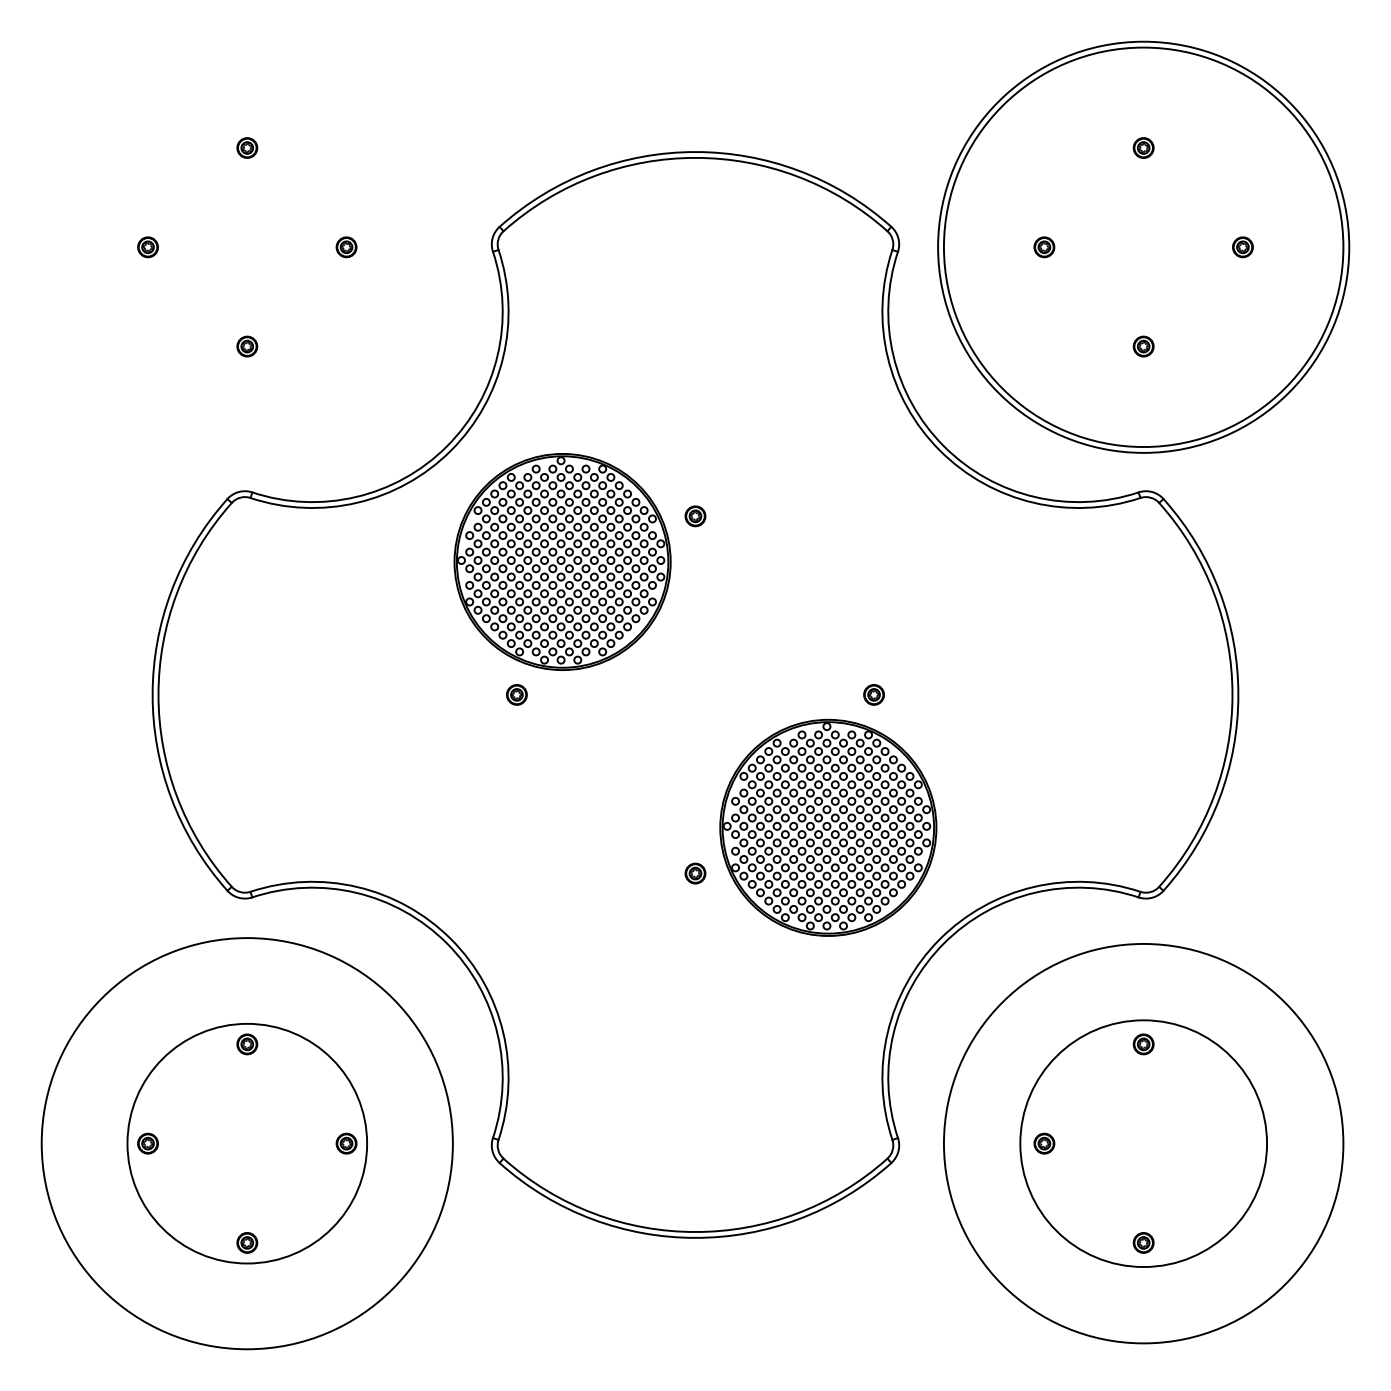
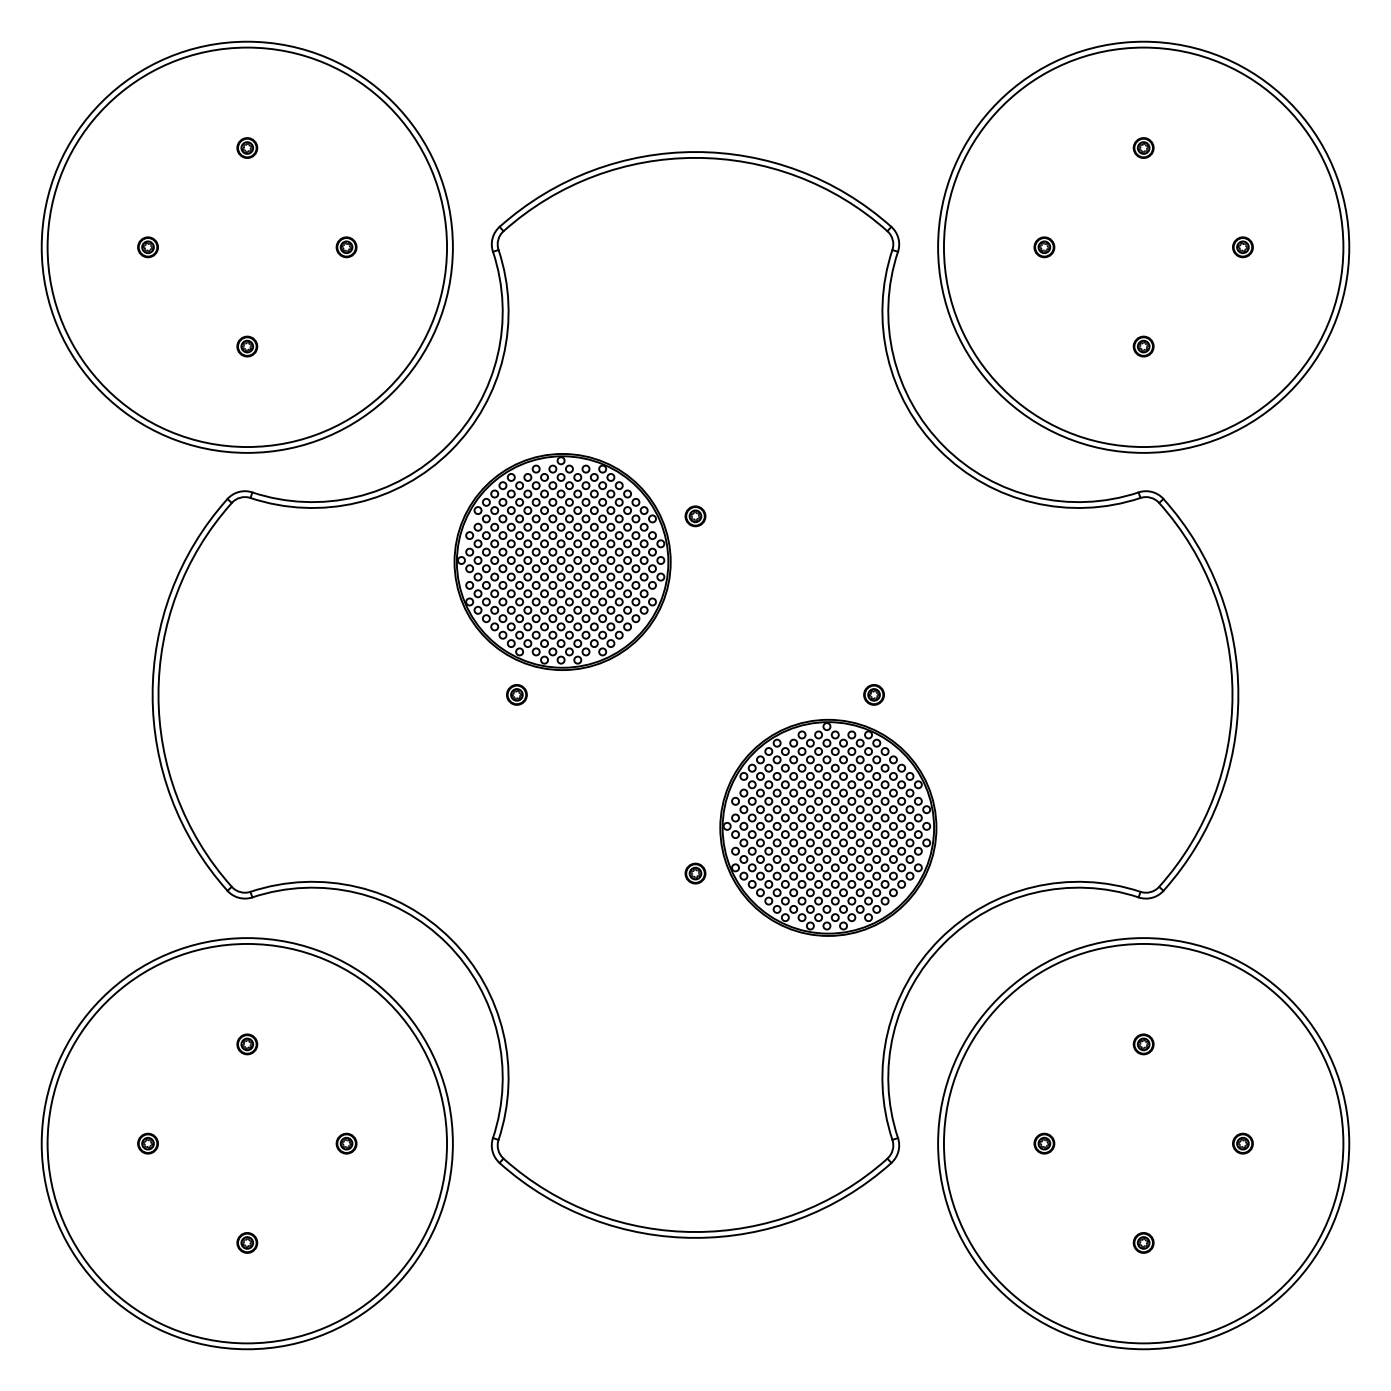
part at (246, 246): none -> present
circle at (247, 1143) diameter: 240 px -> 399 px
circle at (1143, 1143) diameter: 247 px -> 411 px
part at (1242, 1143): none -> present
